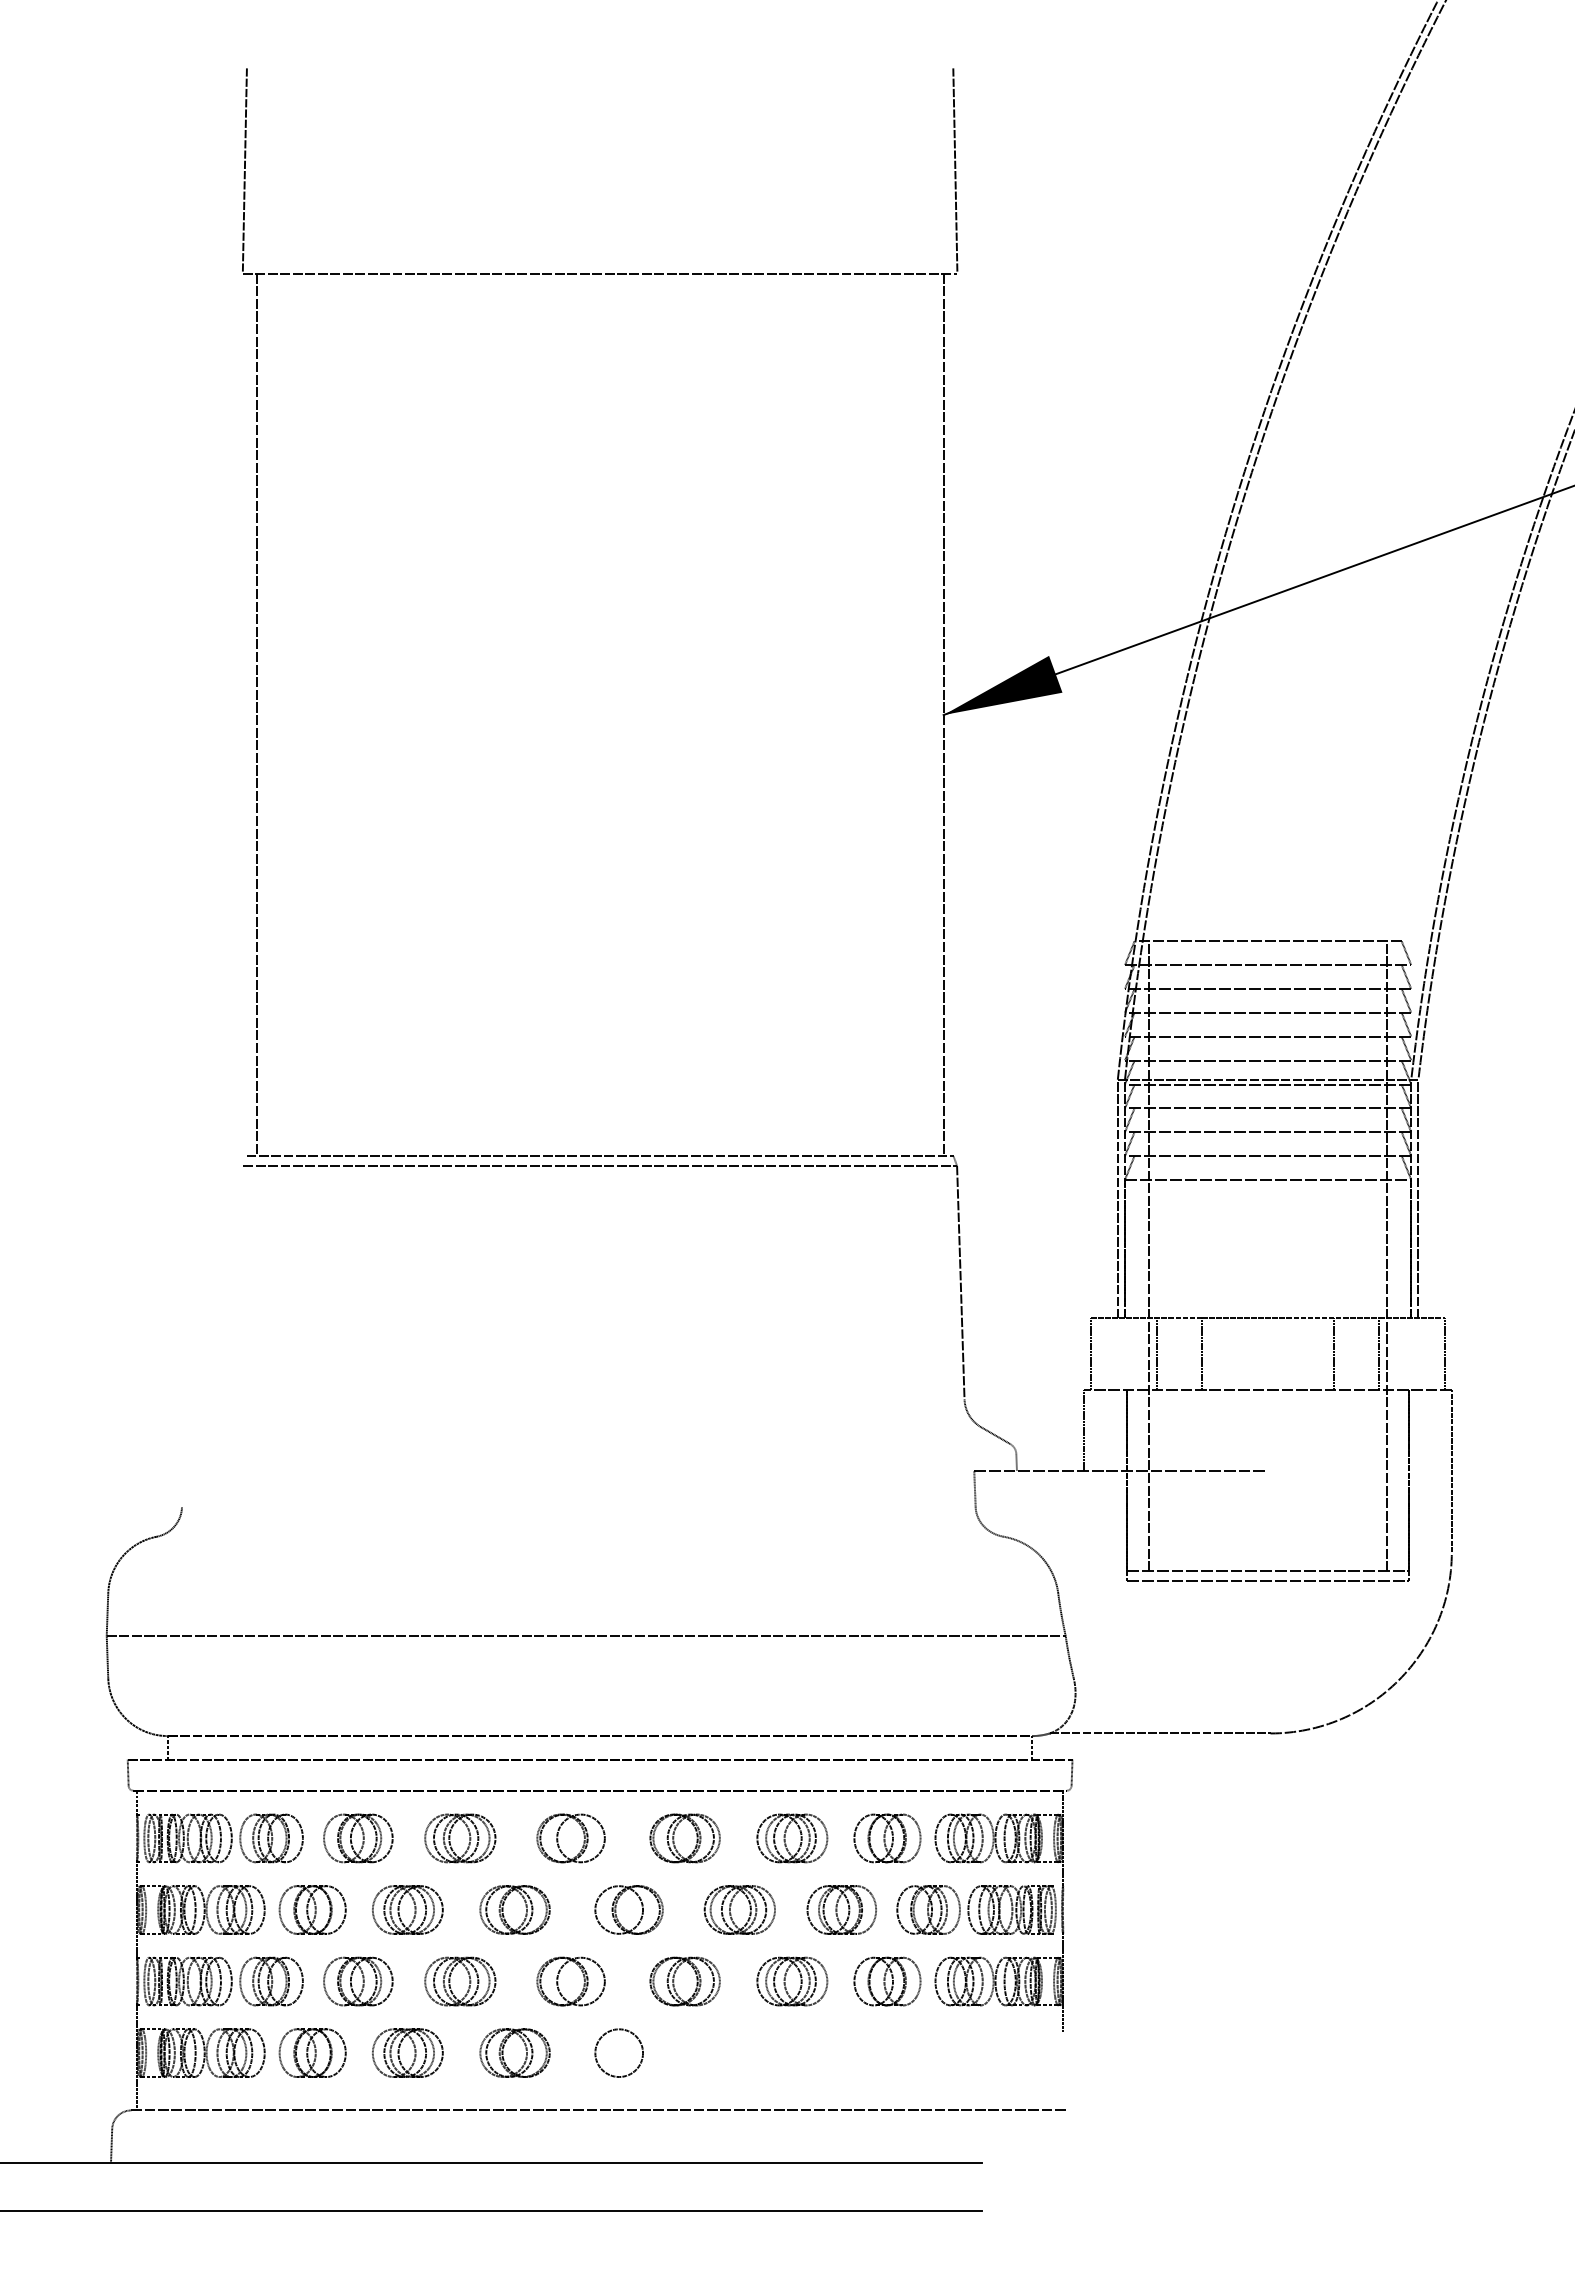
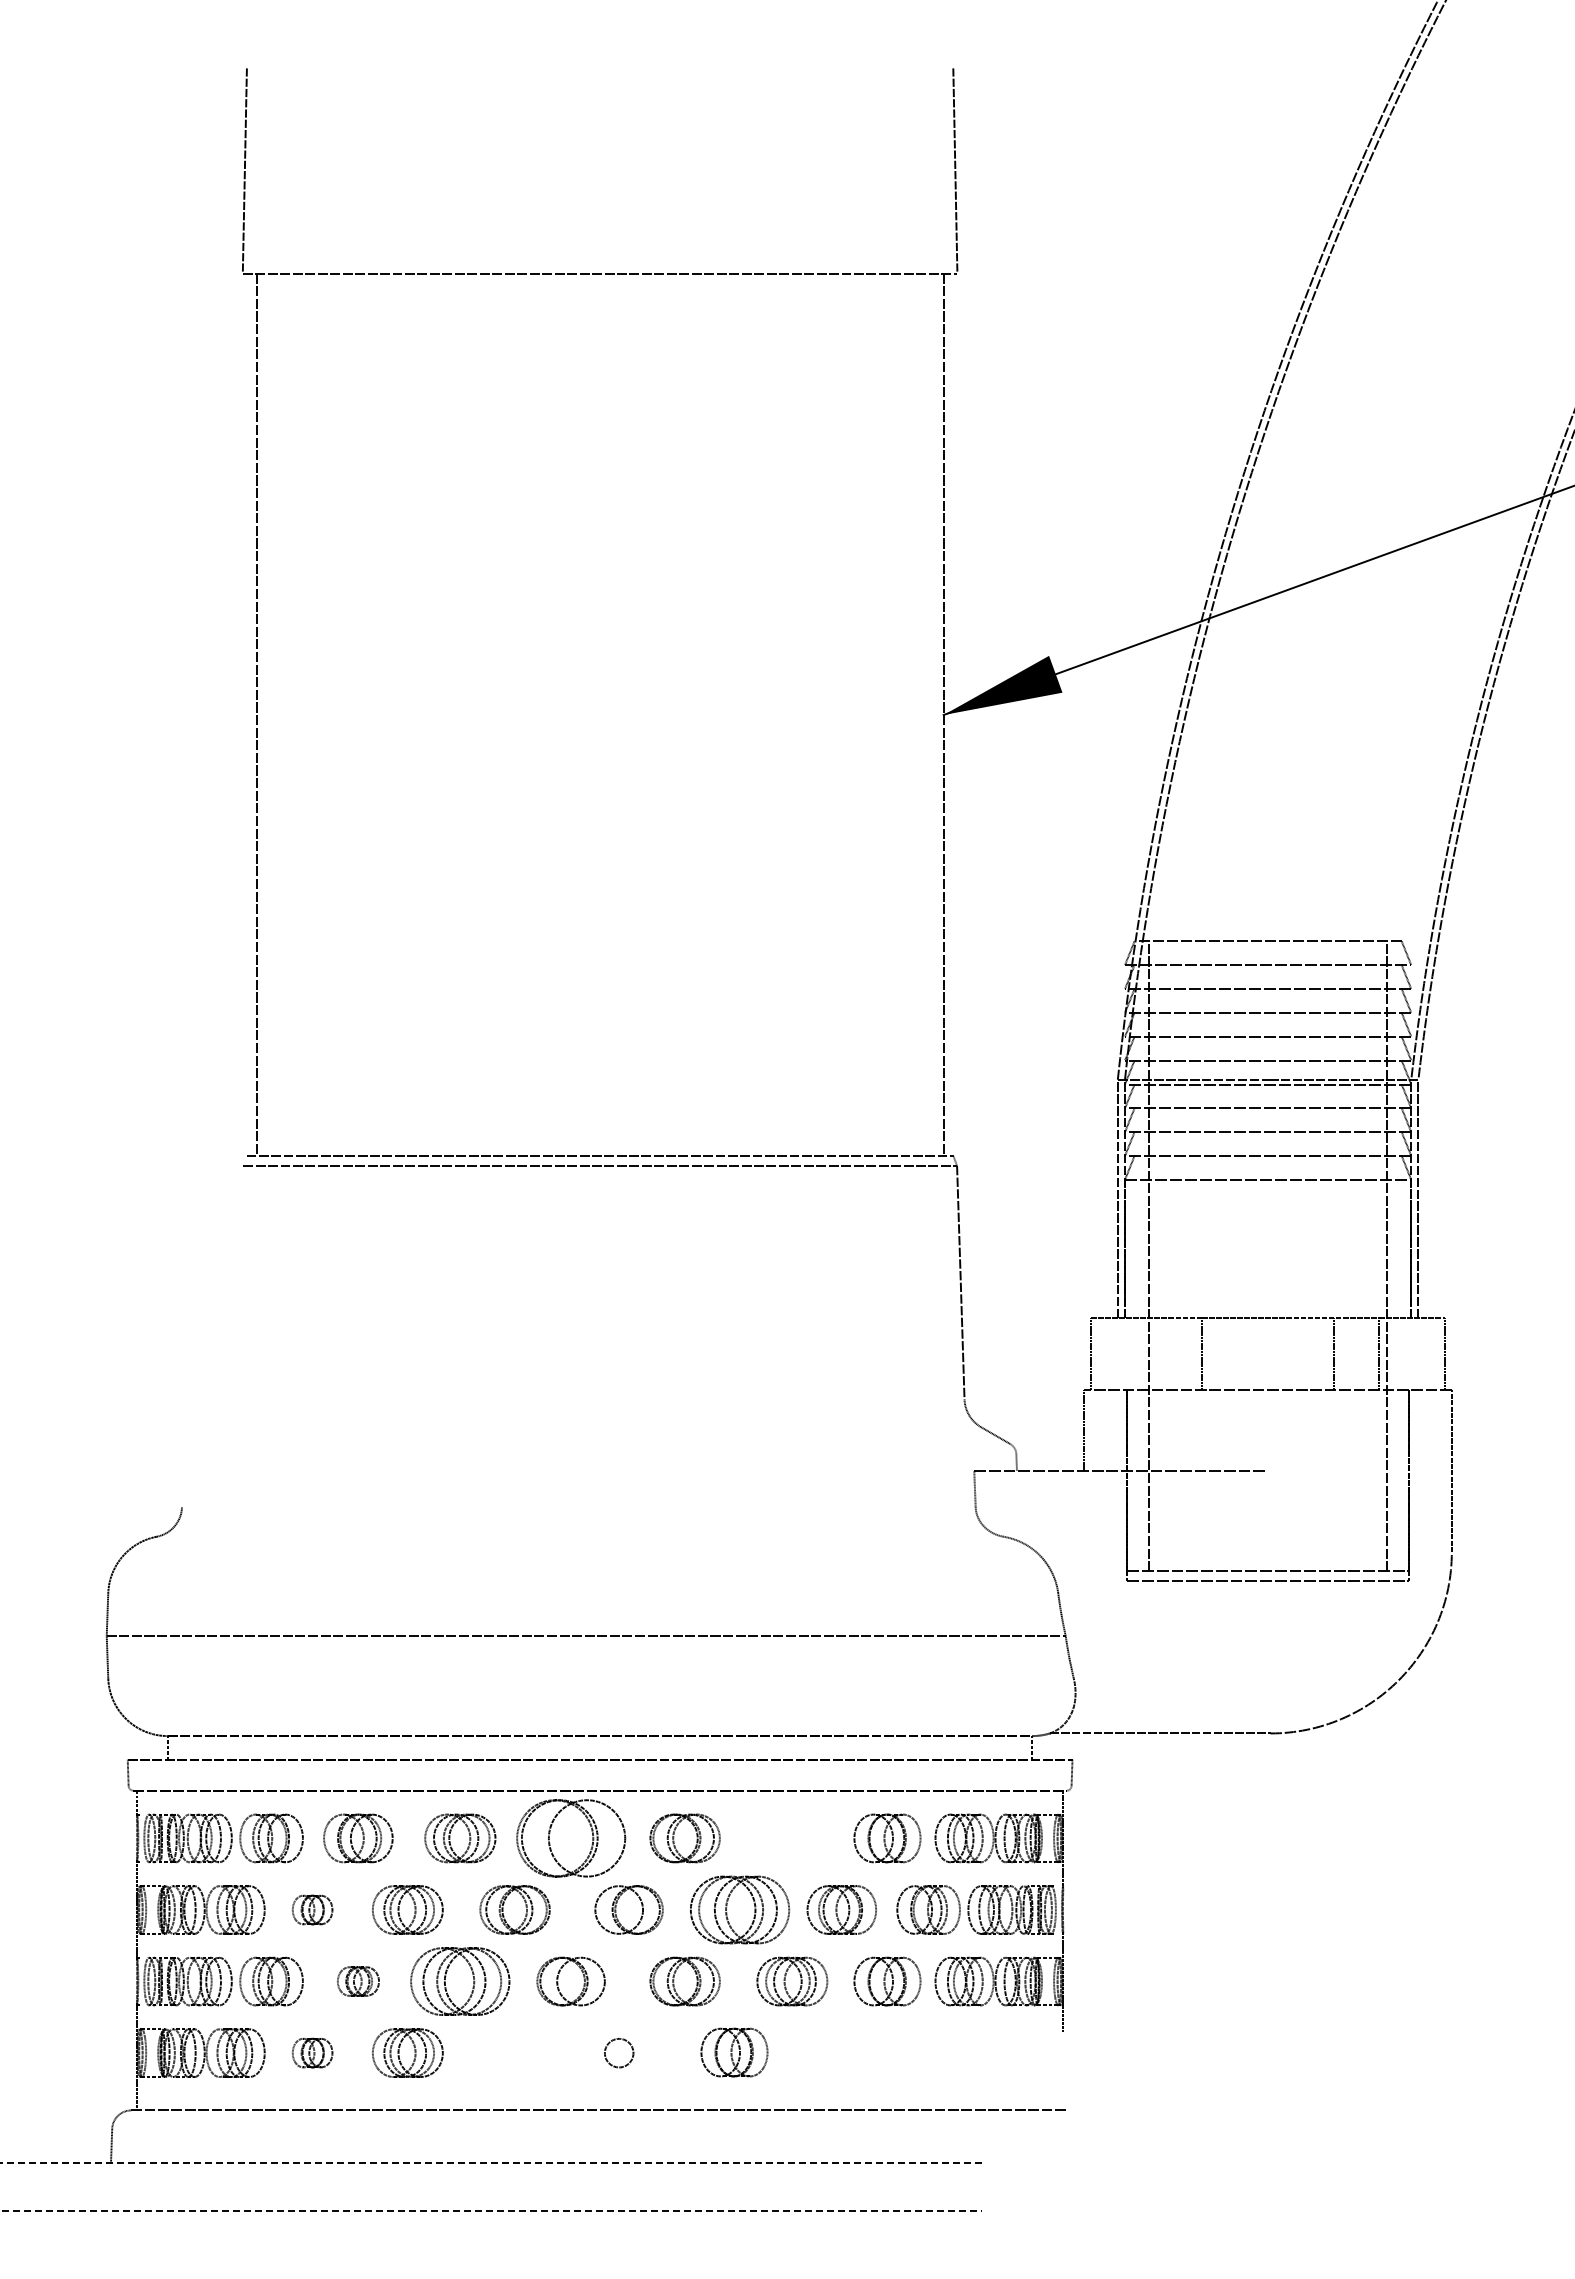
line at (1157, 1353): present -> none
part at (570, 1838) size: 70x51 px -> 111x79 px
part at (792, 1838): present -> none
part at (312, 1909) size: 69x50 px -> 43x32 px
part at (739, 1909) size: 73x50 px -> 101x70 px
part at (358, 1981) size: 71x51 px -> 43x31 px
part at (460, 1981) size: 73x51 px -> 101x69 px
part at (312, 2052) size: 69x50 px -> 43x32 px
part at (514, 2052): present -> none
part at (734, 2052): none -> present
circle at (619, 2053) diameter: 48 px -> 29 px
line at (490, 2162): solid -> dashed
line at (491, 2210): solid -> dashed
